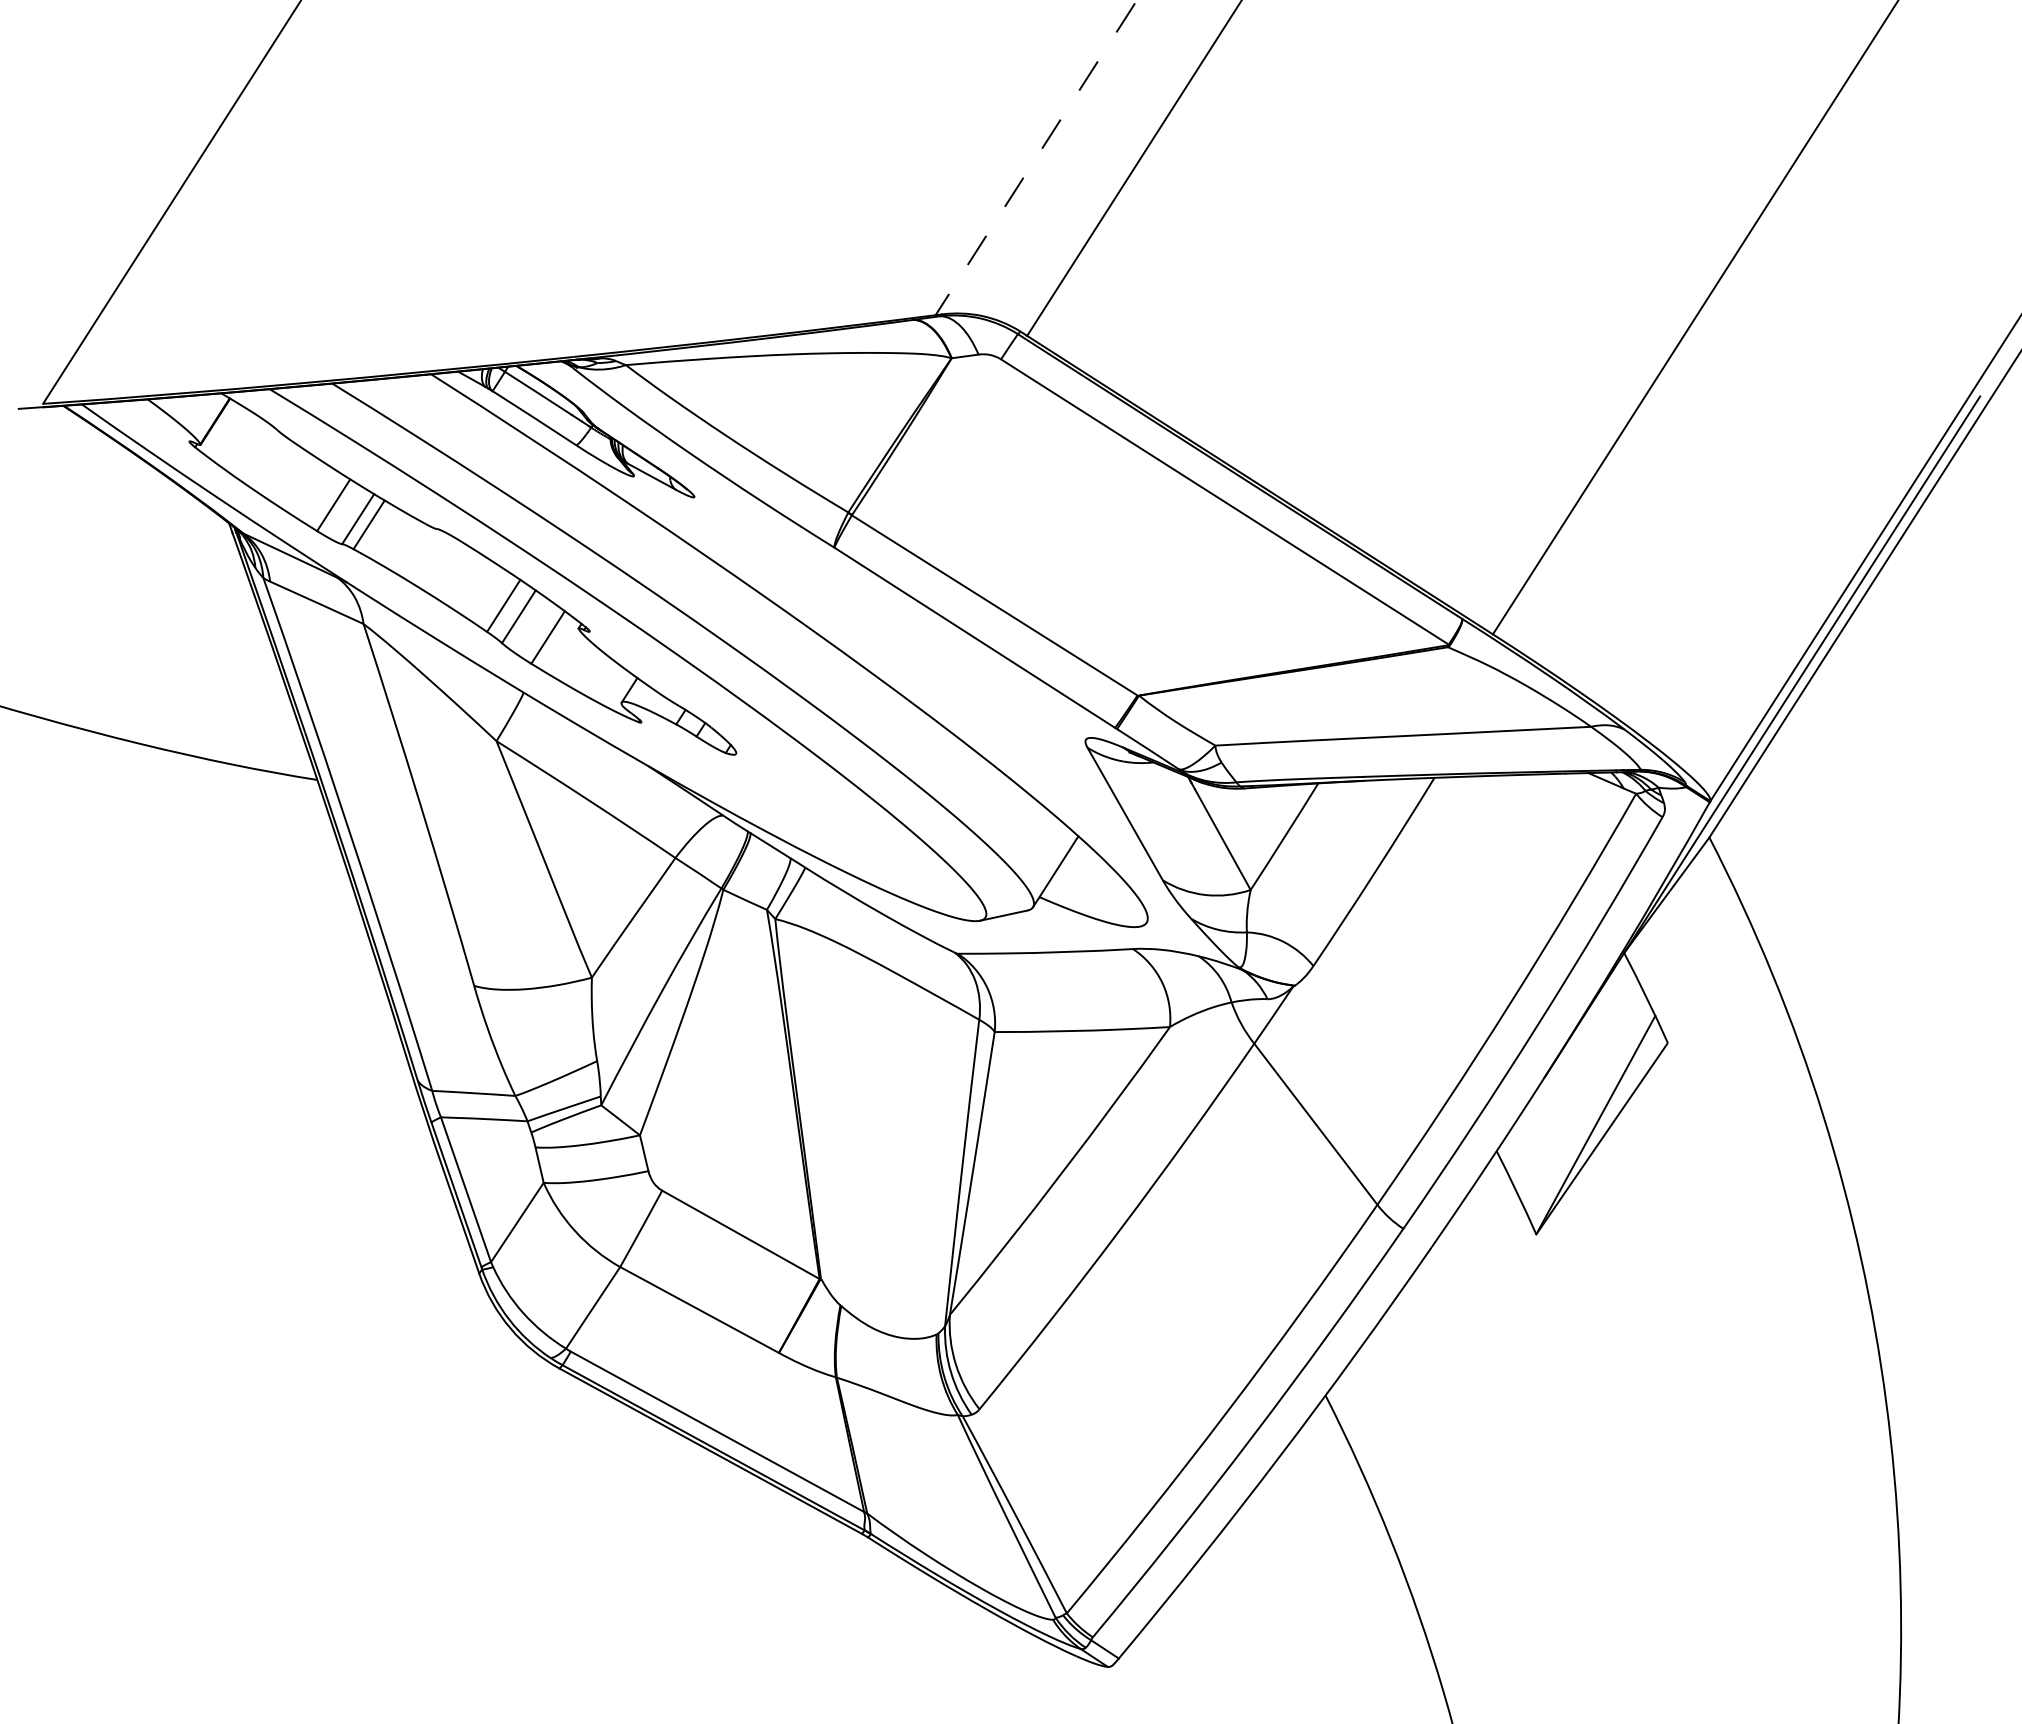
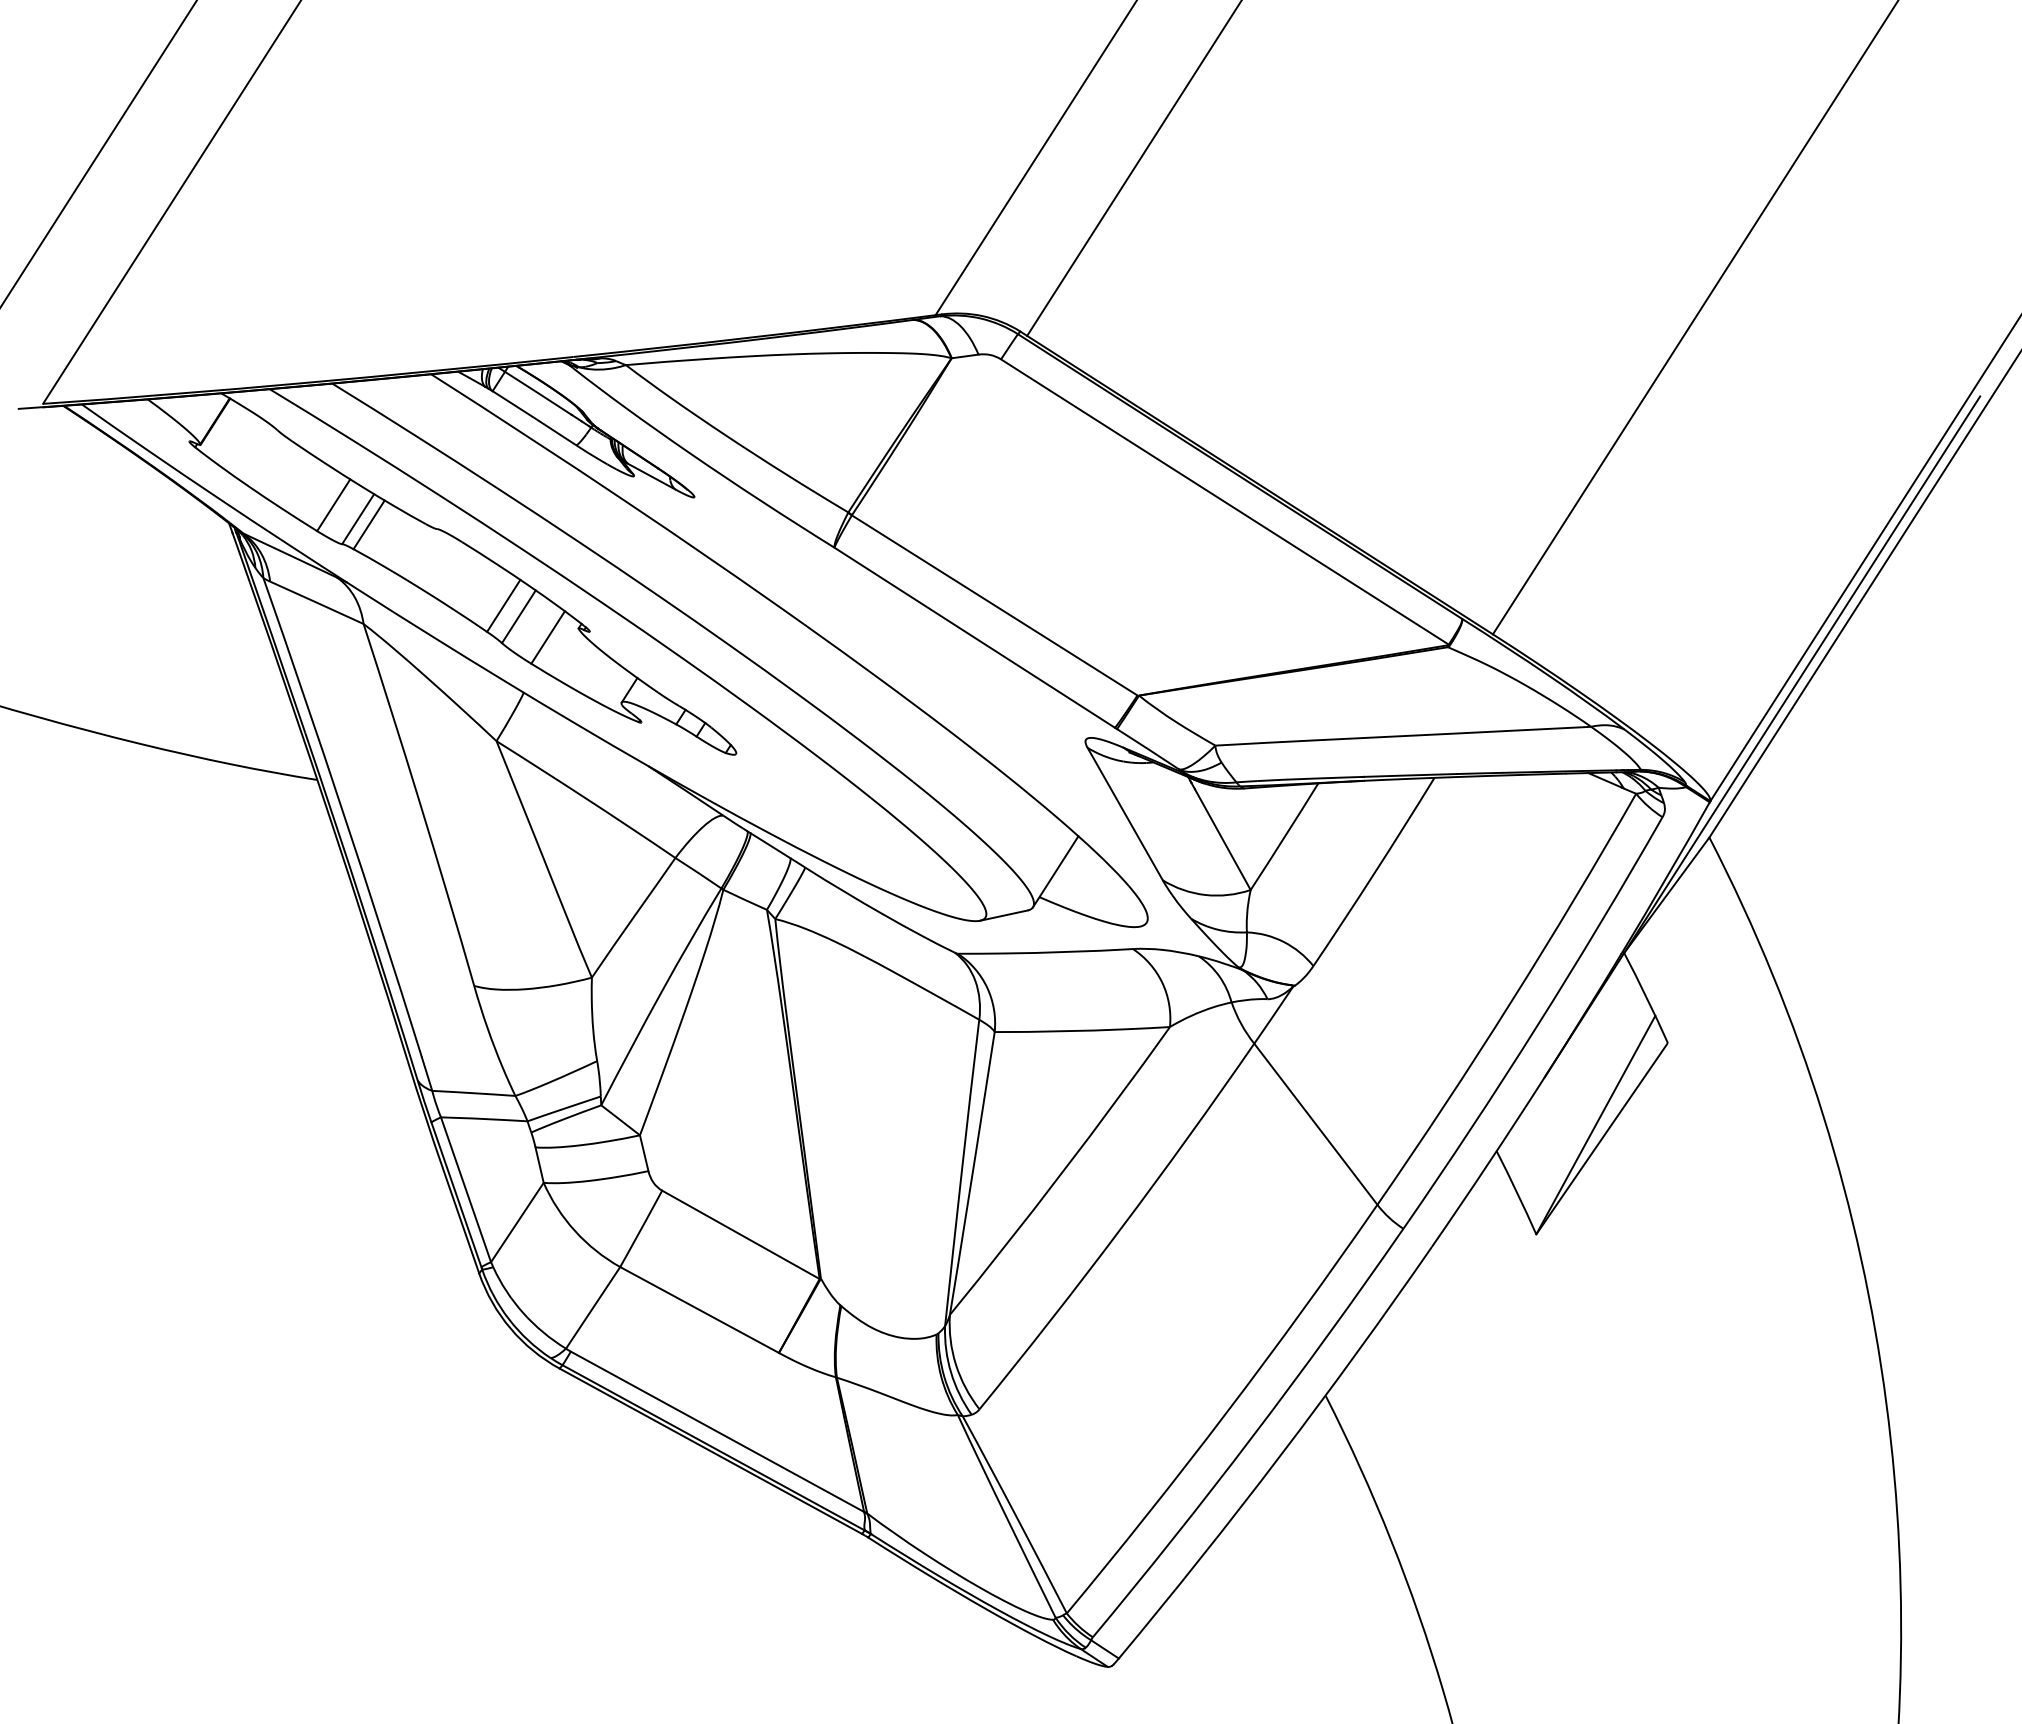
line at (98, 153): none -> present
line at (1036, 157): dashed -> solid
